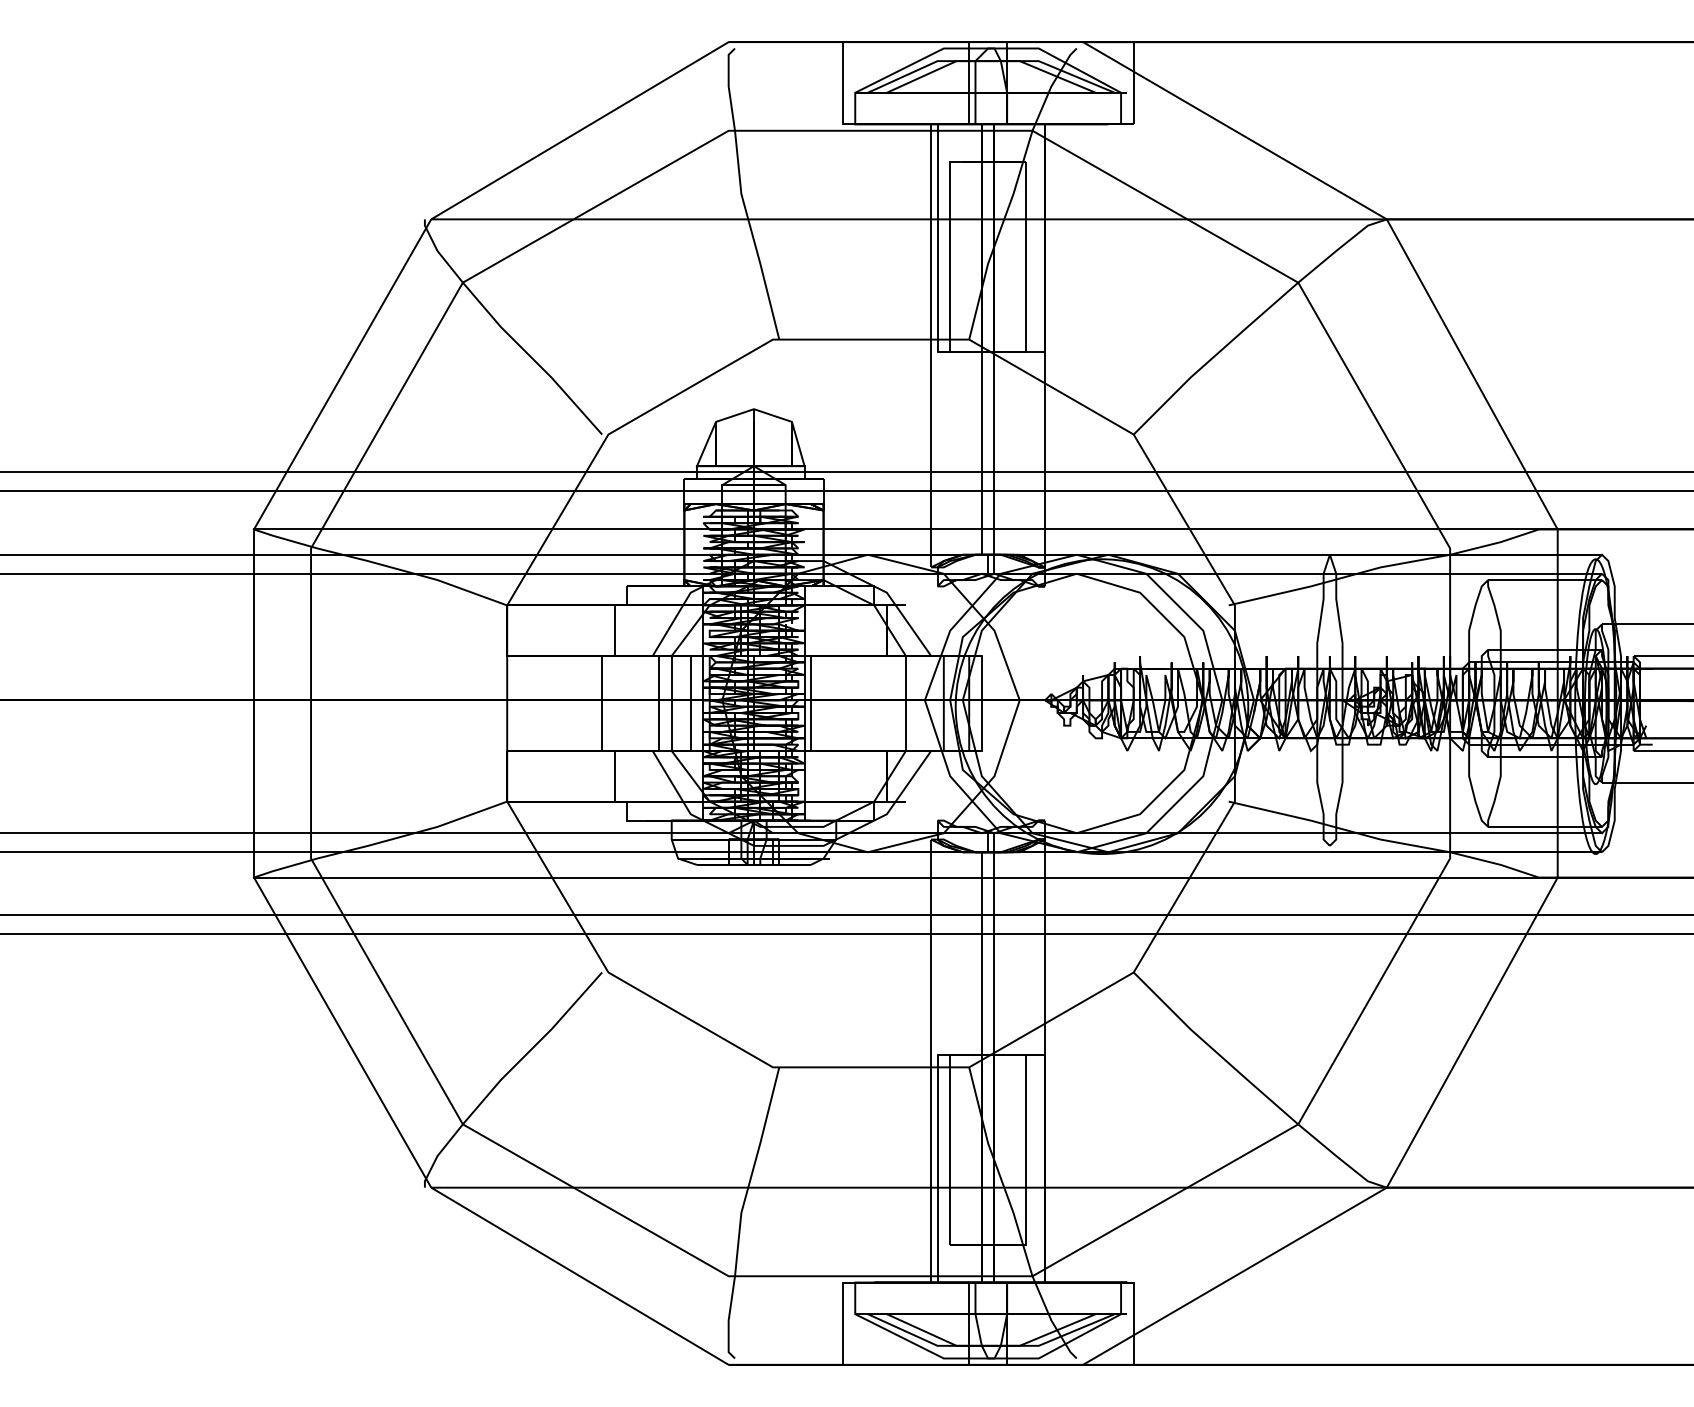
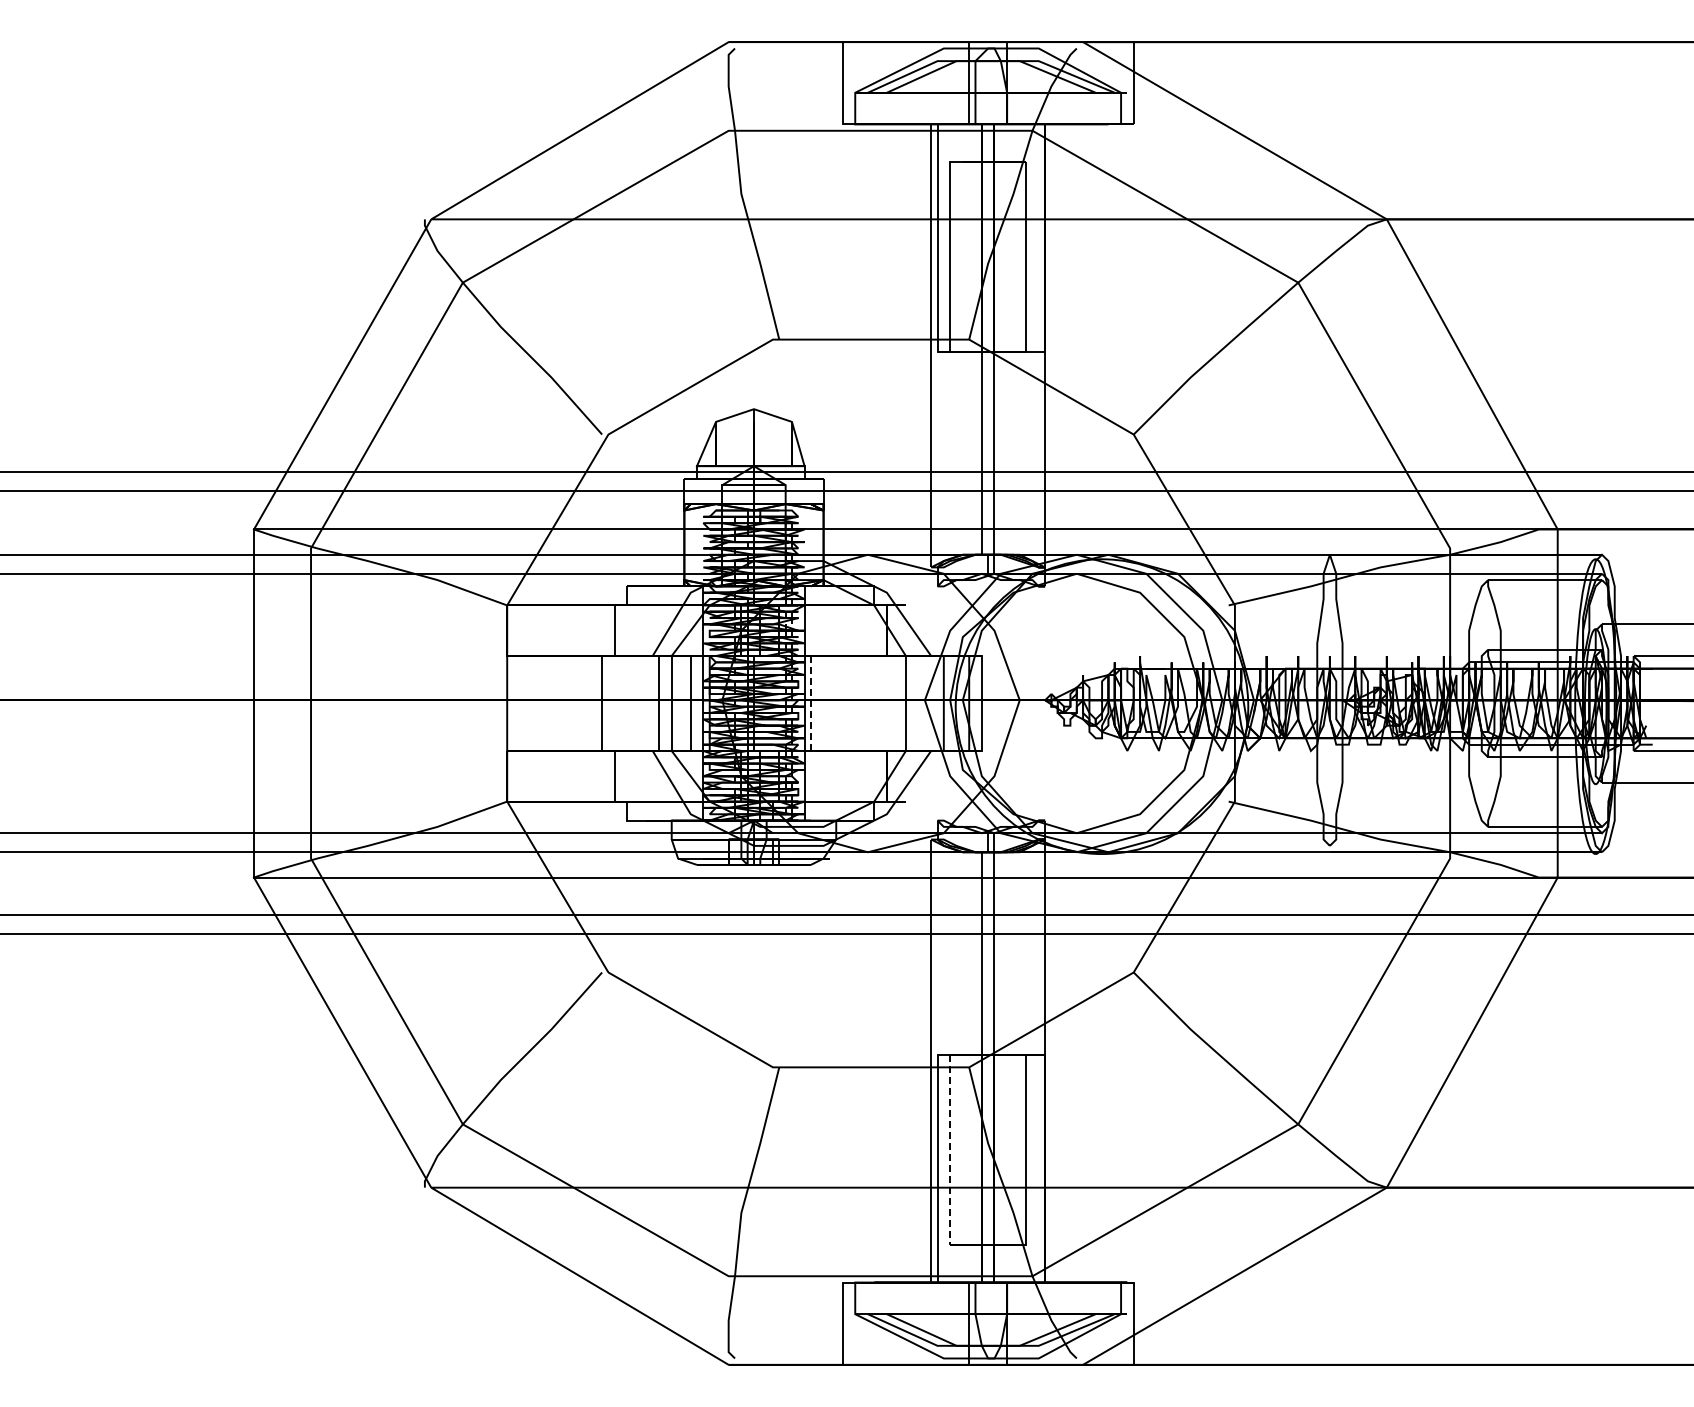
line at (810, 702): solid -> dashed
line at (950, 1149): solid -> dashed
